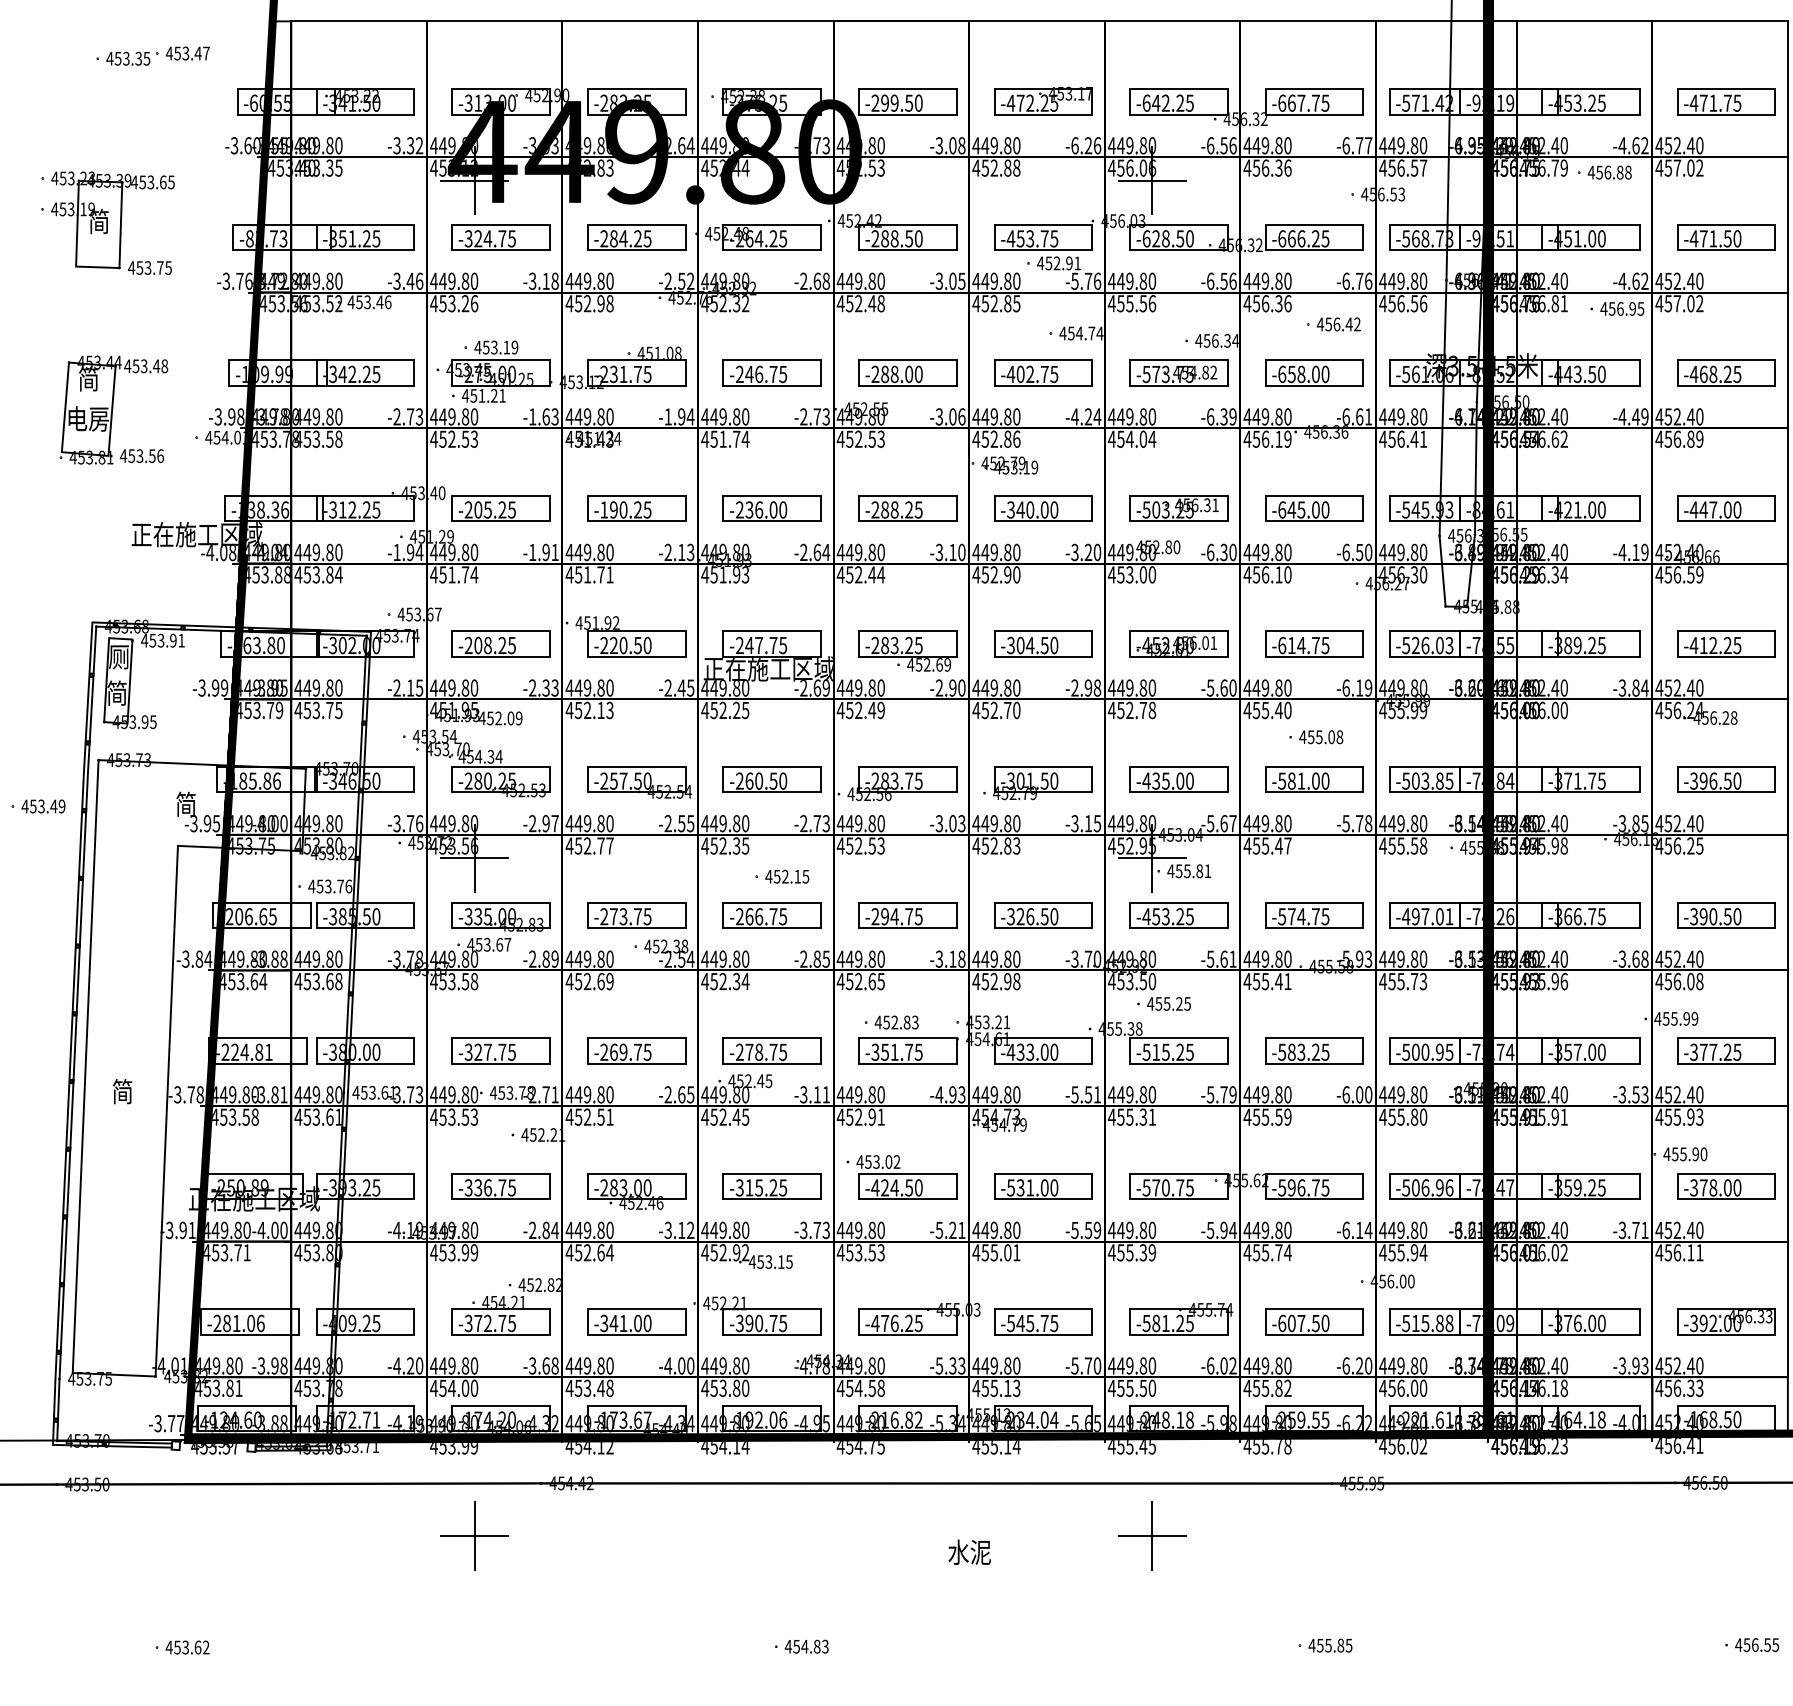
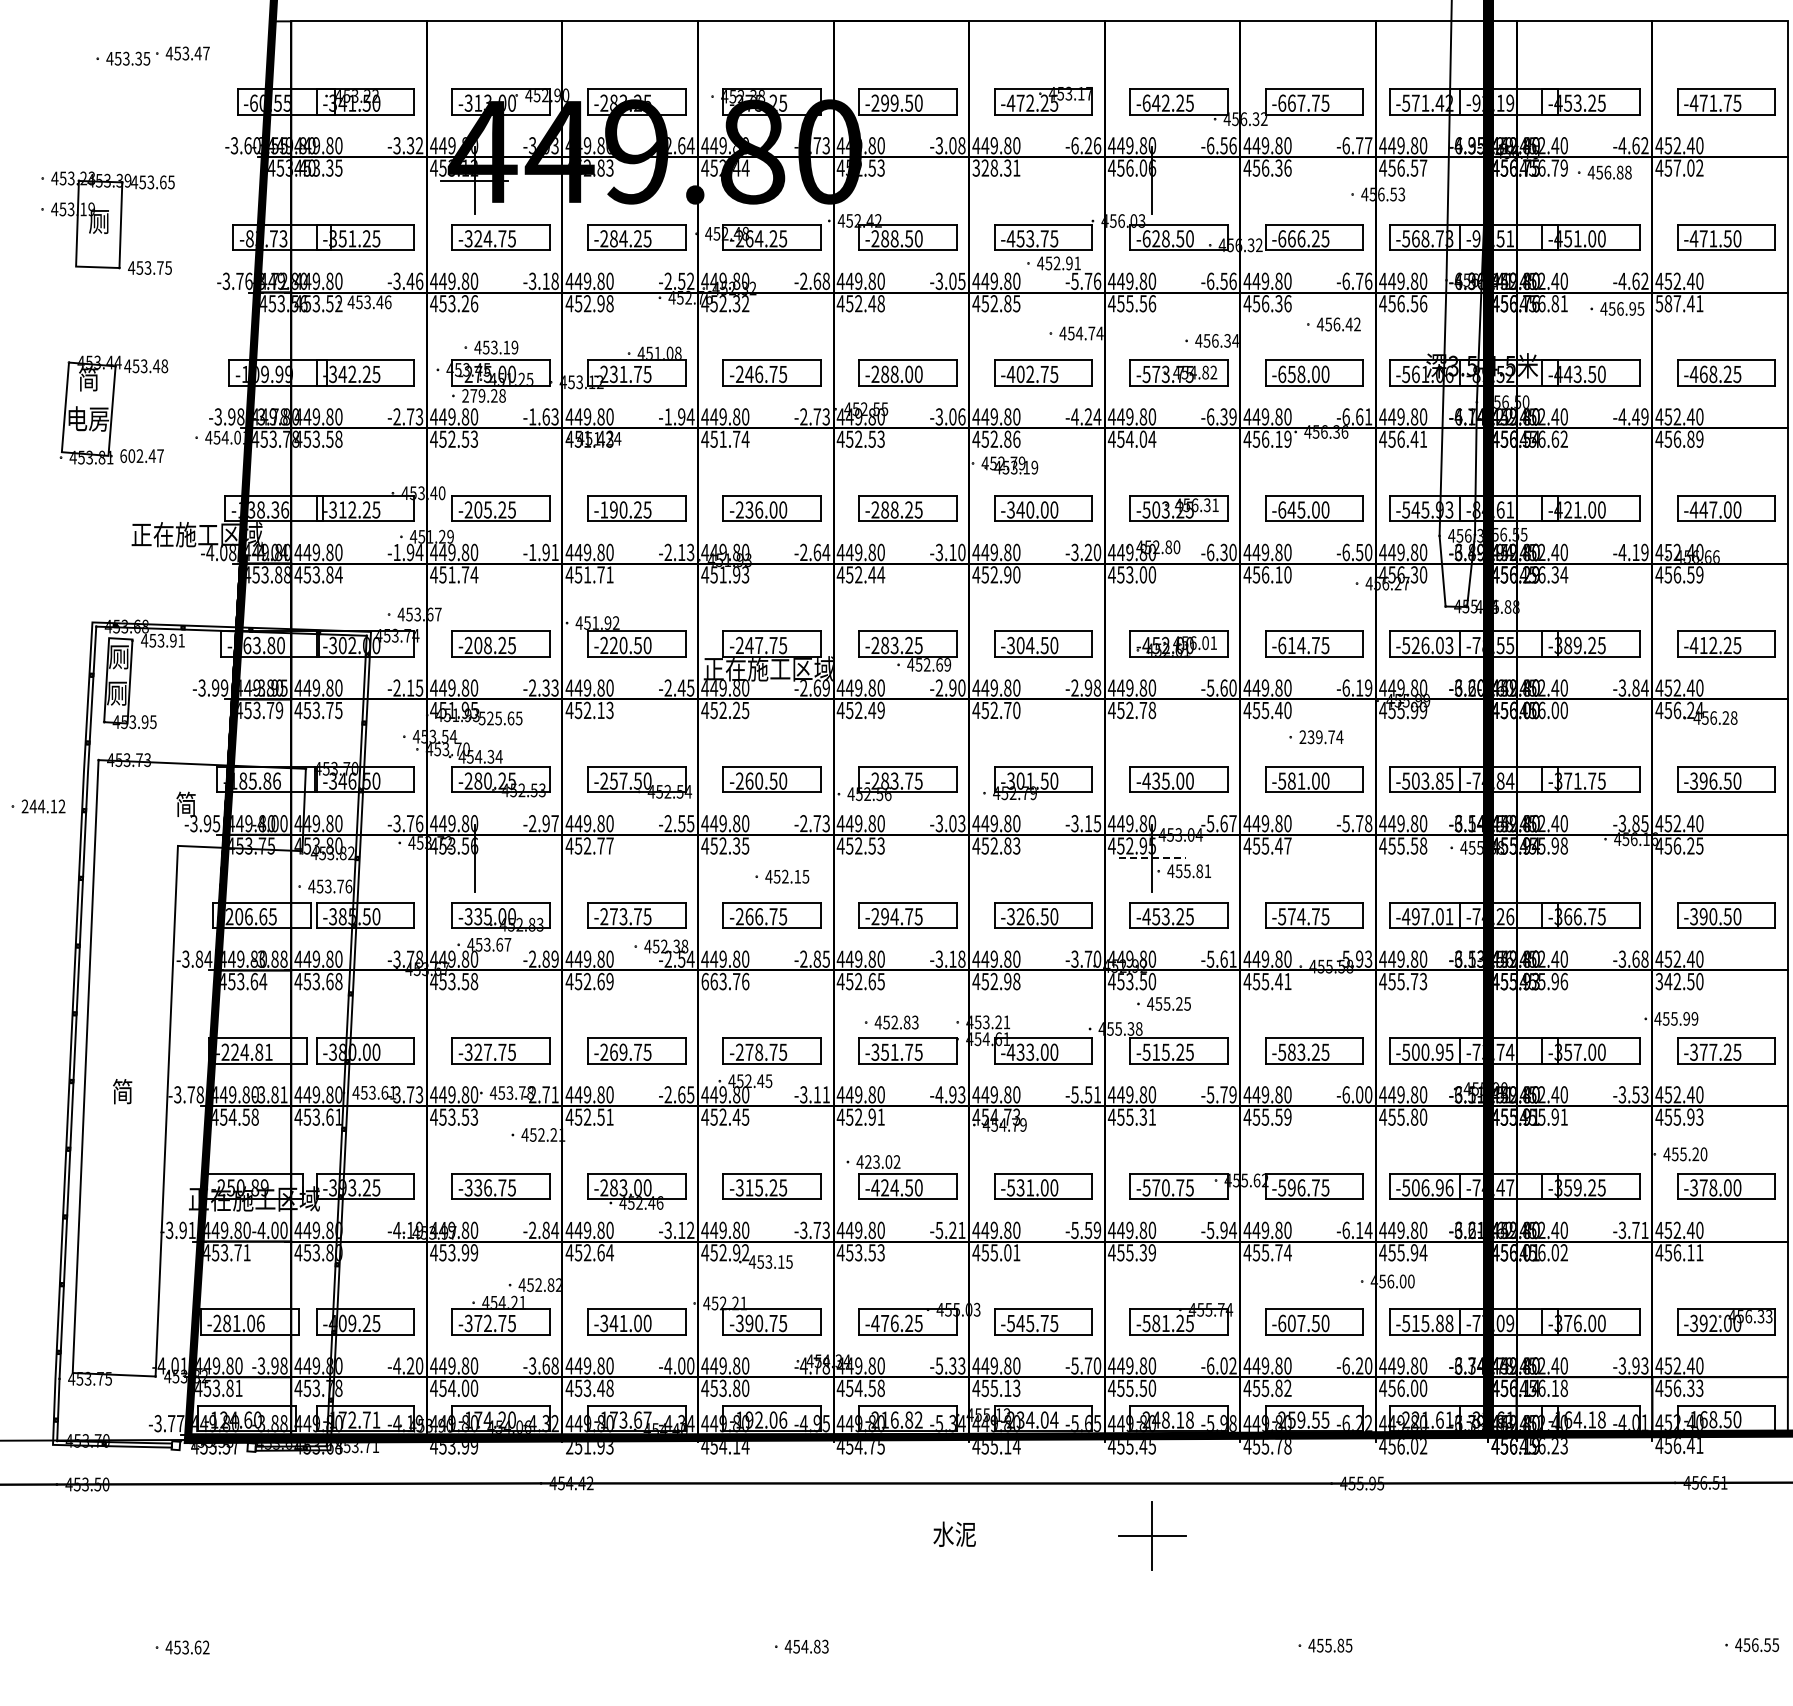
text at (996, 167): 452.88 -> 328.31
line at (1152, 180): present -> none
text at (98, 221): 简 -> 厕
text at (1679, 303): 457.02 -> 587.41
text at (483, 395): 451.21 -> 279.28
text at (141, 456): 453.56 -> 602.47
text at (116, 692): 简 -> 厕
text at (500, 718): 452.09 -> 525.65
text at (1321, 737): 455.08 -> 239.74
text at (43, 806): 453.49 -> 244.12
line at (474, 858): present -> none
line at (1152, 858): solid -> dashed
text at (725, 981): 452.34 -> 663.76
text at (1679, 981): 456.08 -> 342.50
text at (232, 1116): 453.58 -> 454.58
text at (1695, 1154): 455.90 -> 455.20
text at (867, 1161): 453.02 -> 423.02
text at (589, 1448): 454.12 -> 251.93
text at (1724, 1482): 456.50 -> 456.51
part at (474, 1535): present -> none
text at (969, 1551) position: (969, 1551) -> (954, 1533)
